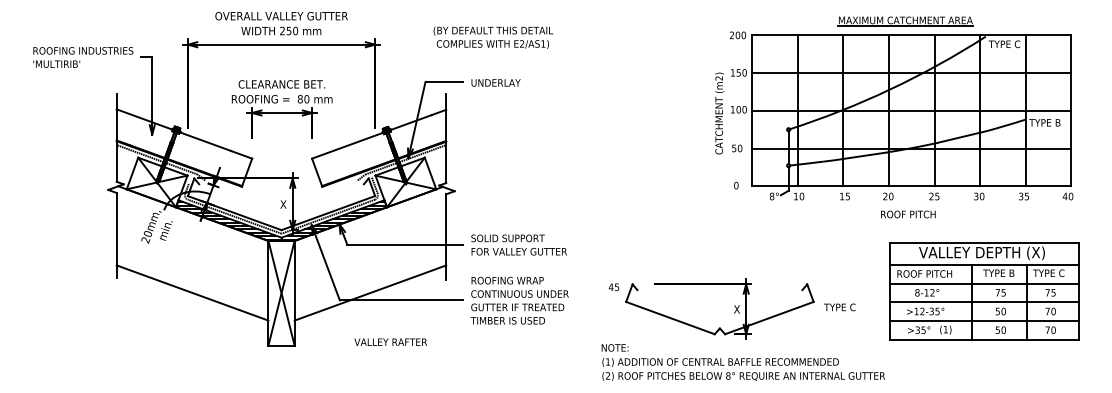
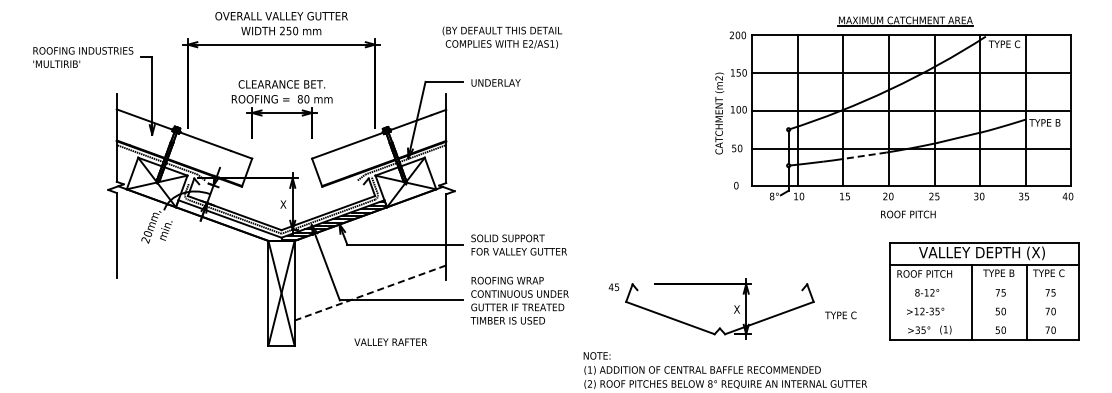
text at (493, 37) position: (493, 37) -> (502, 37)
line at (864, 155): solid -> dashed
hatch at (228, 220): present -> none
line at (983, 283): present -> none
line at (192, 292): present -> none
line at (370, 293): solid -> dashed
line at (983, 302): present -> none
text at (839, 307) position: (839, 307) -> (840, 315)
line at (983, 321): present -> none
text at (742, 362) position: (742, 362) -> (724, 370)
